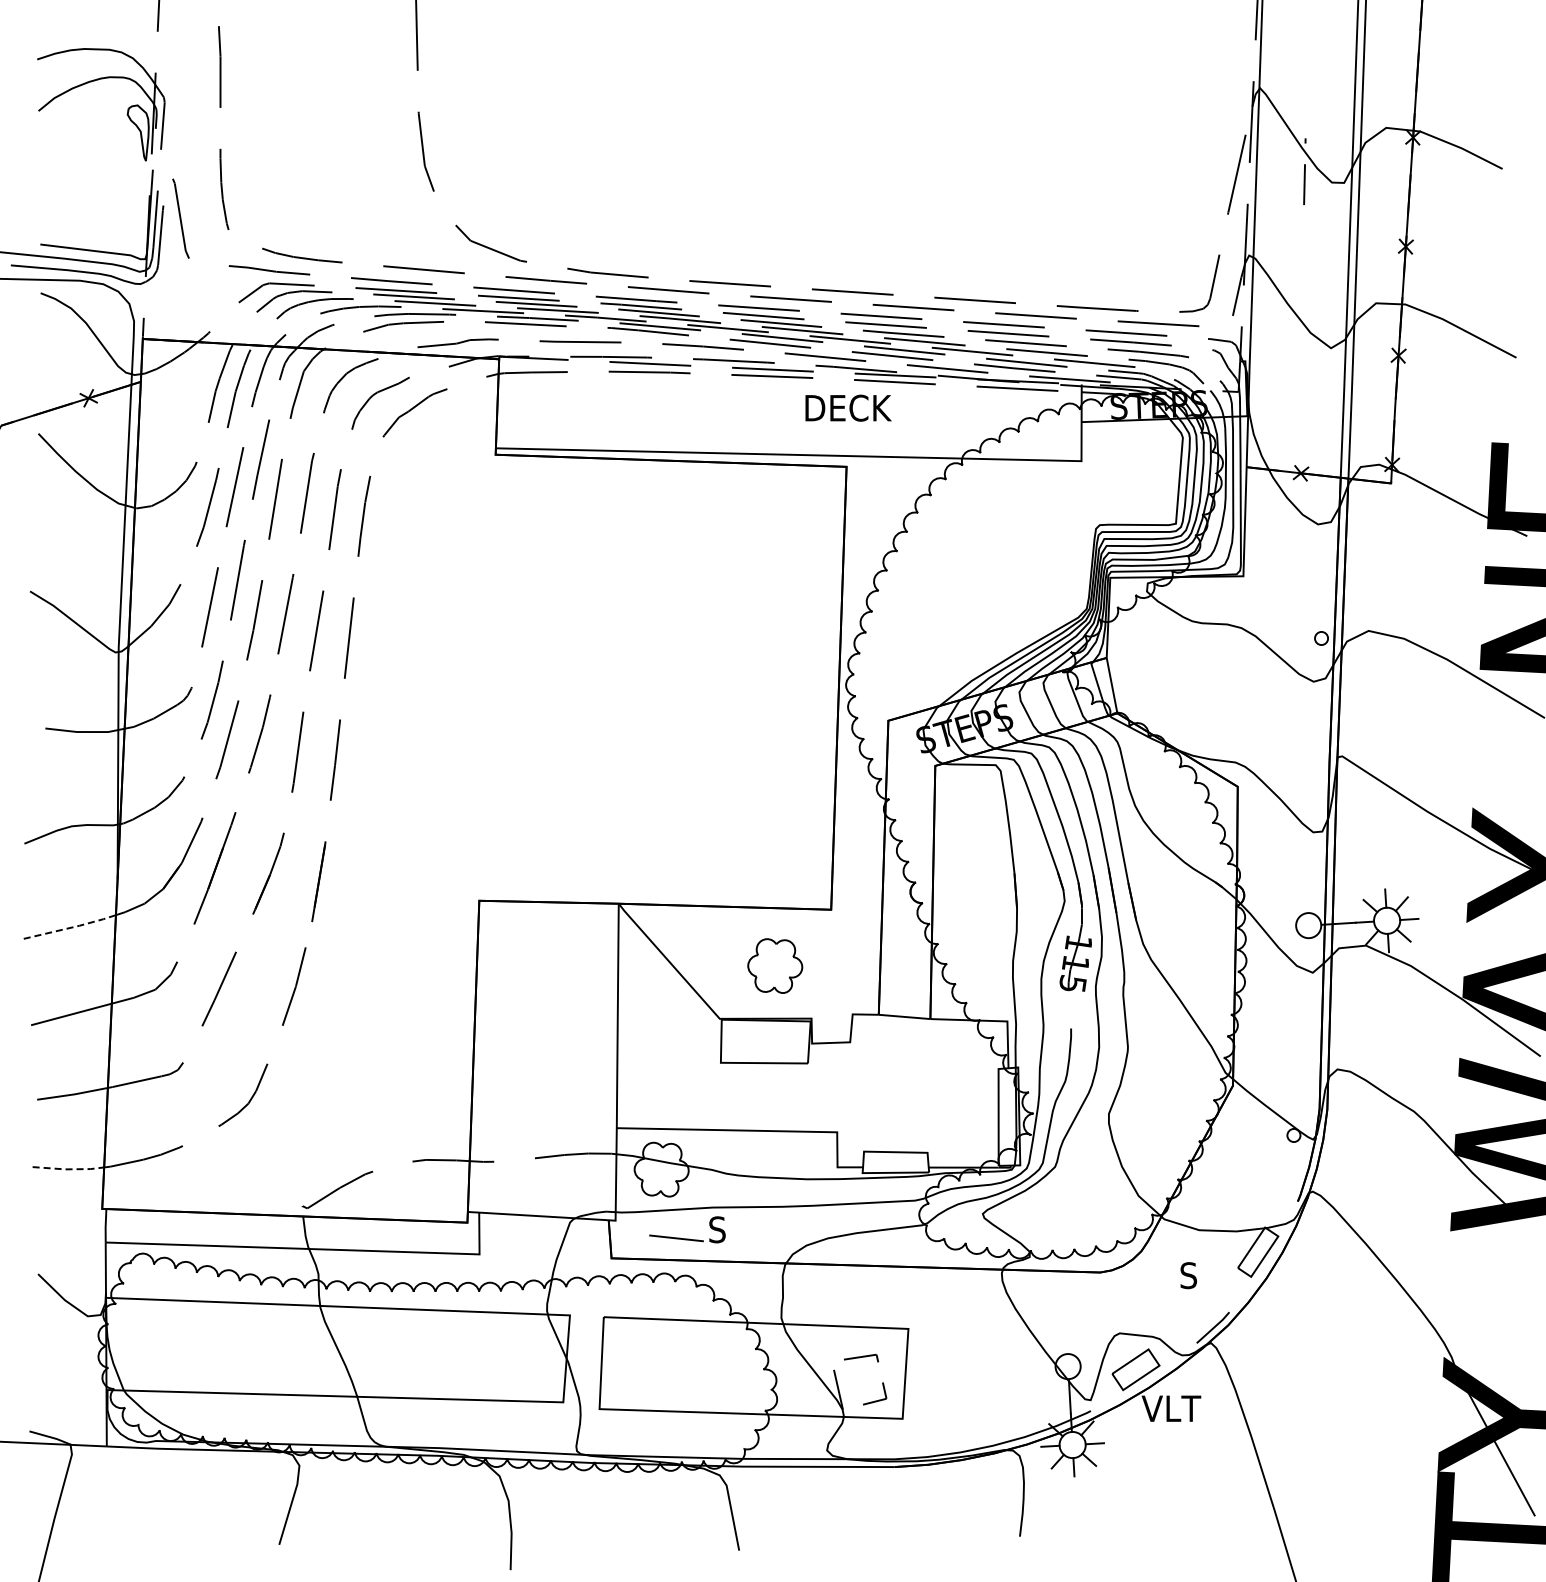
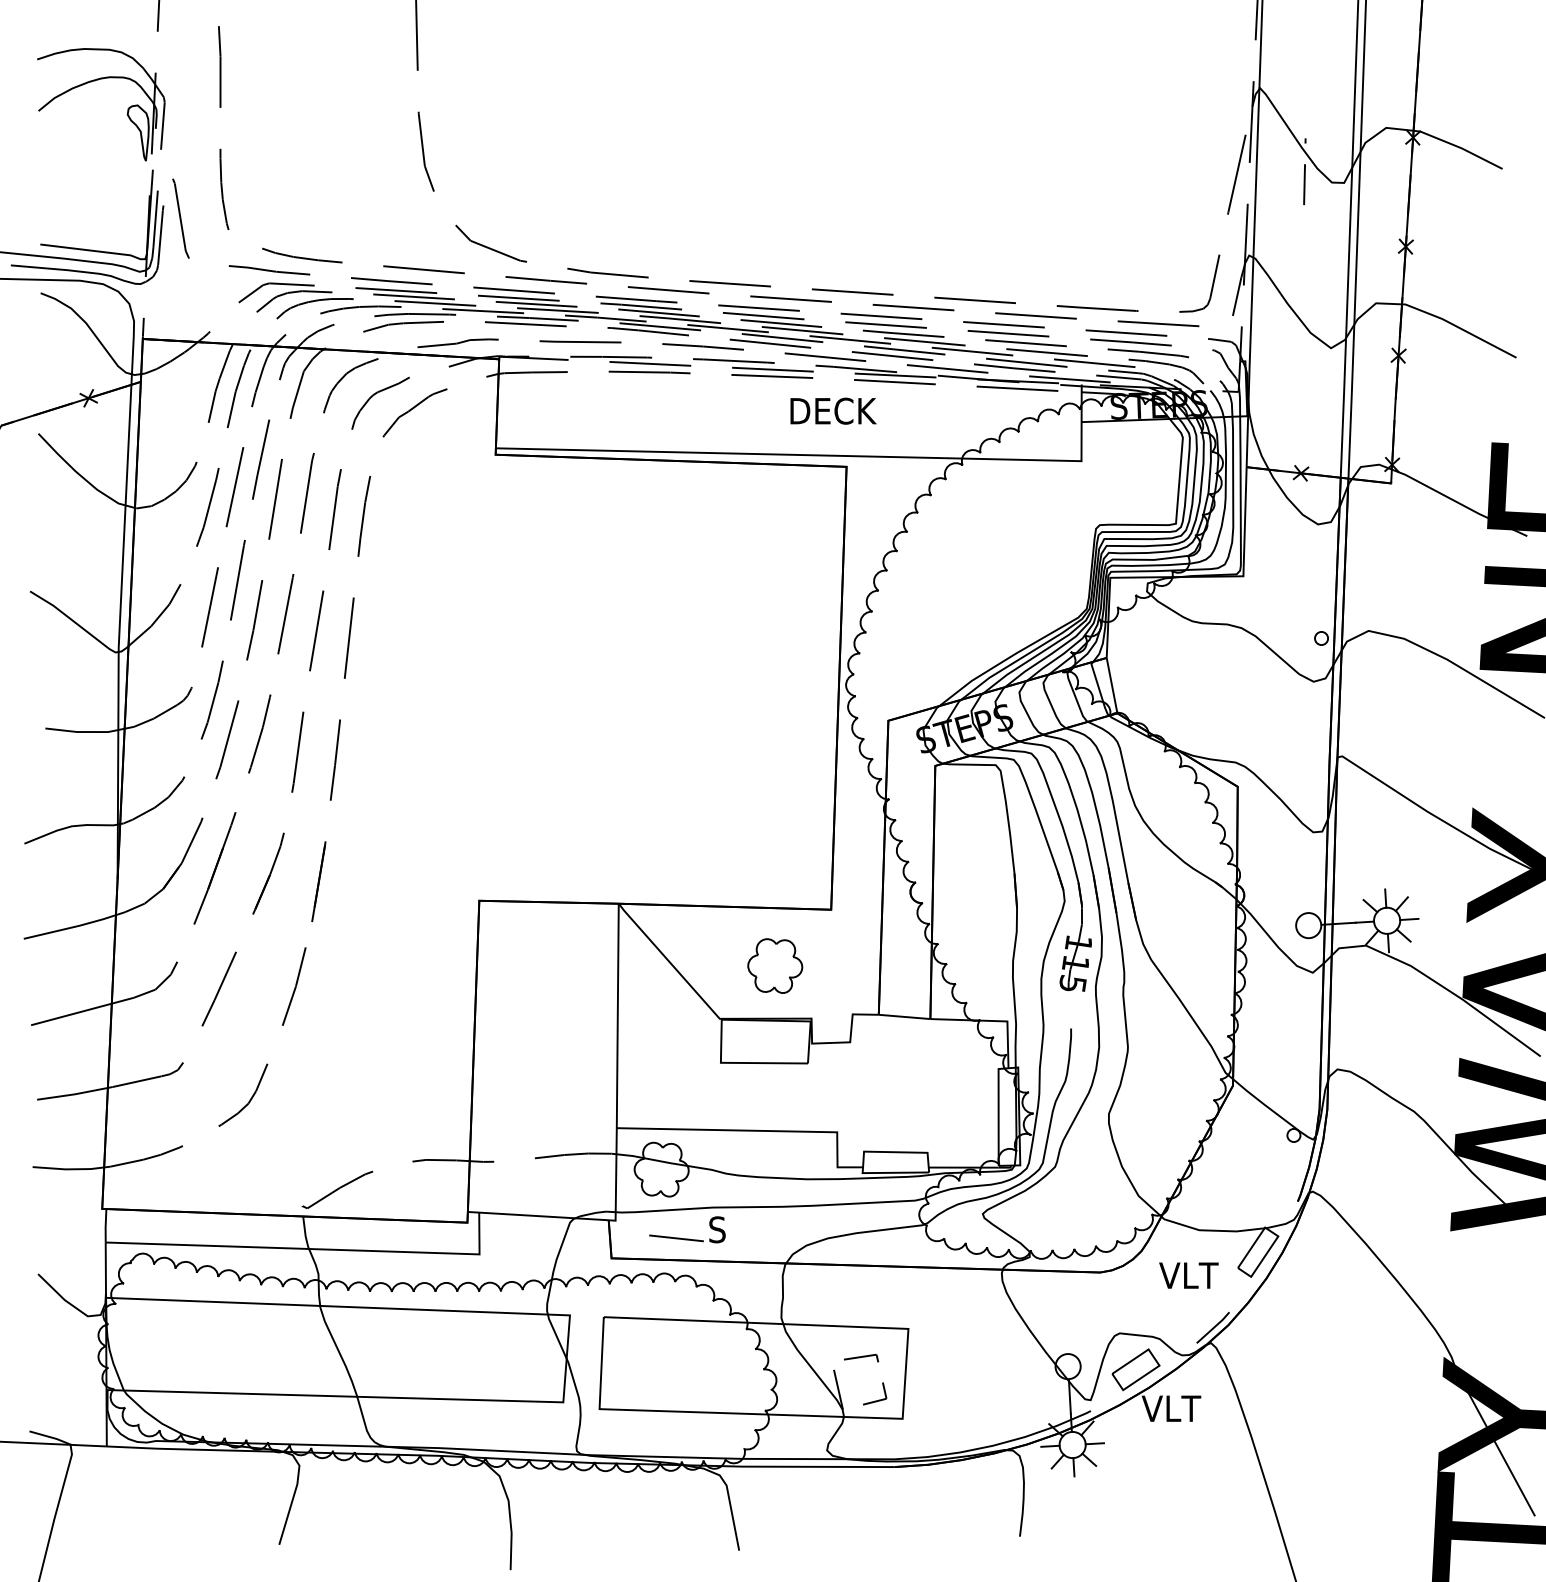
text at (848, 407) position: (848, 407) -> (833, 410)
line at (71, 927): dashed -> solid
line at (69, 1169): dashed -> solid
text at (1188, 1275): S -> VLT
